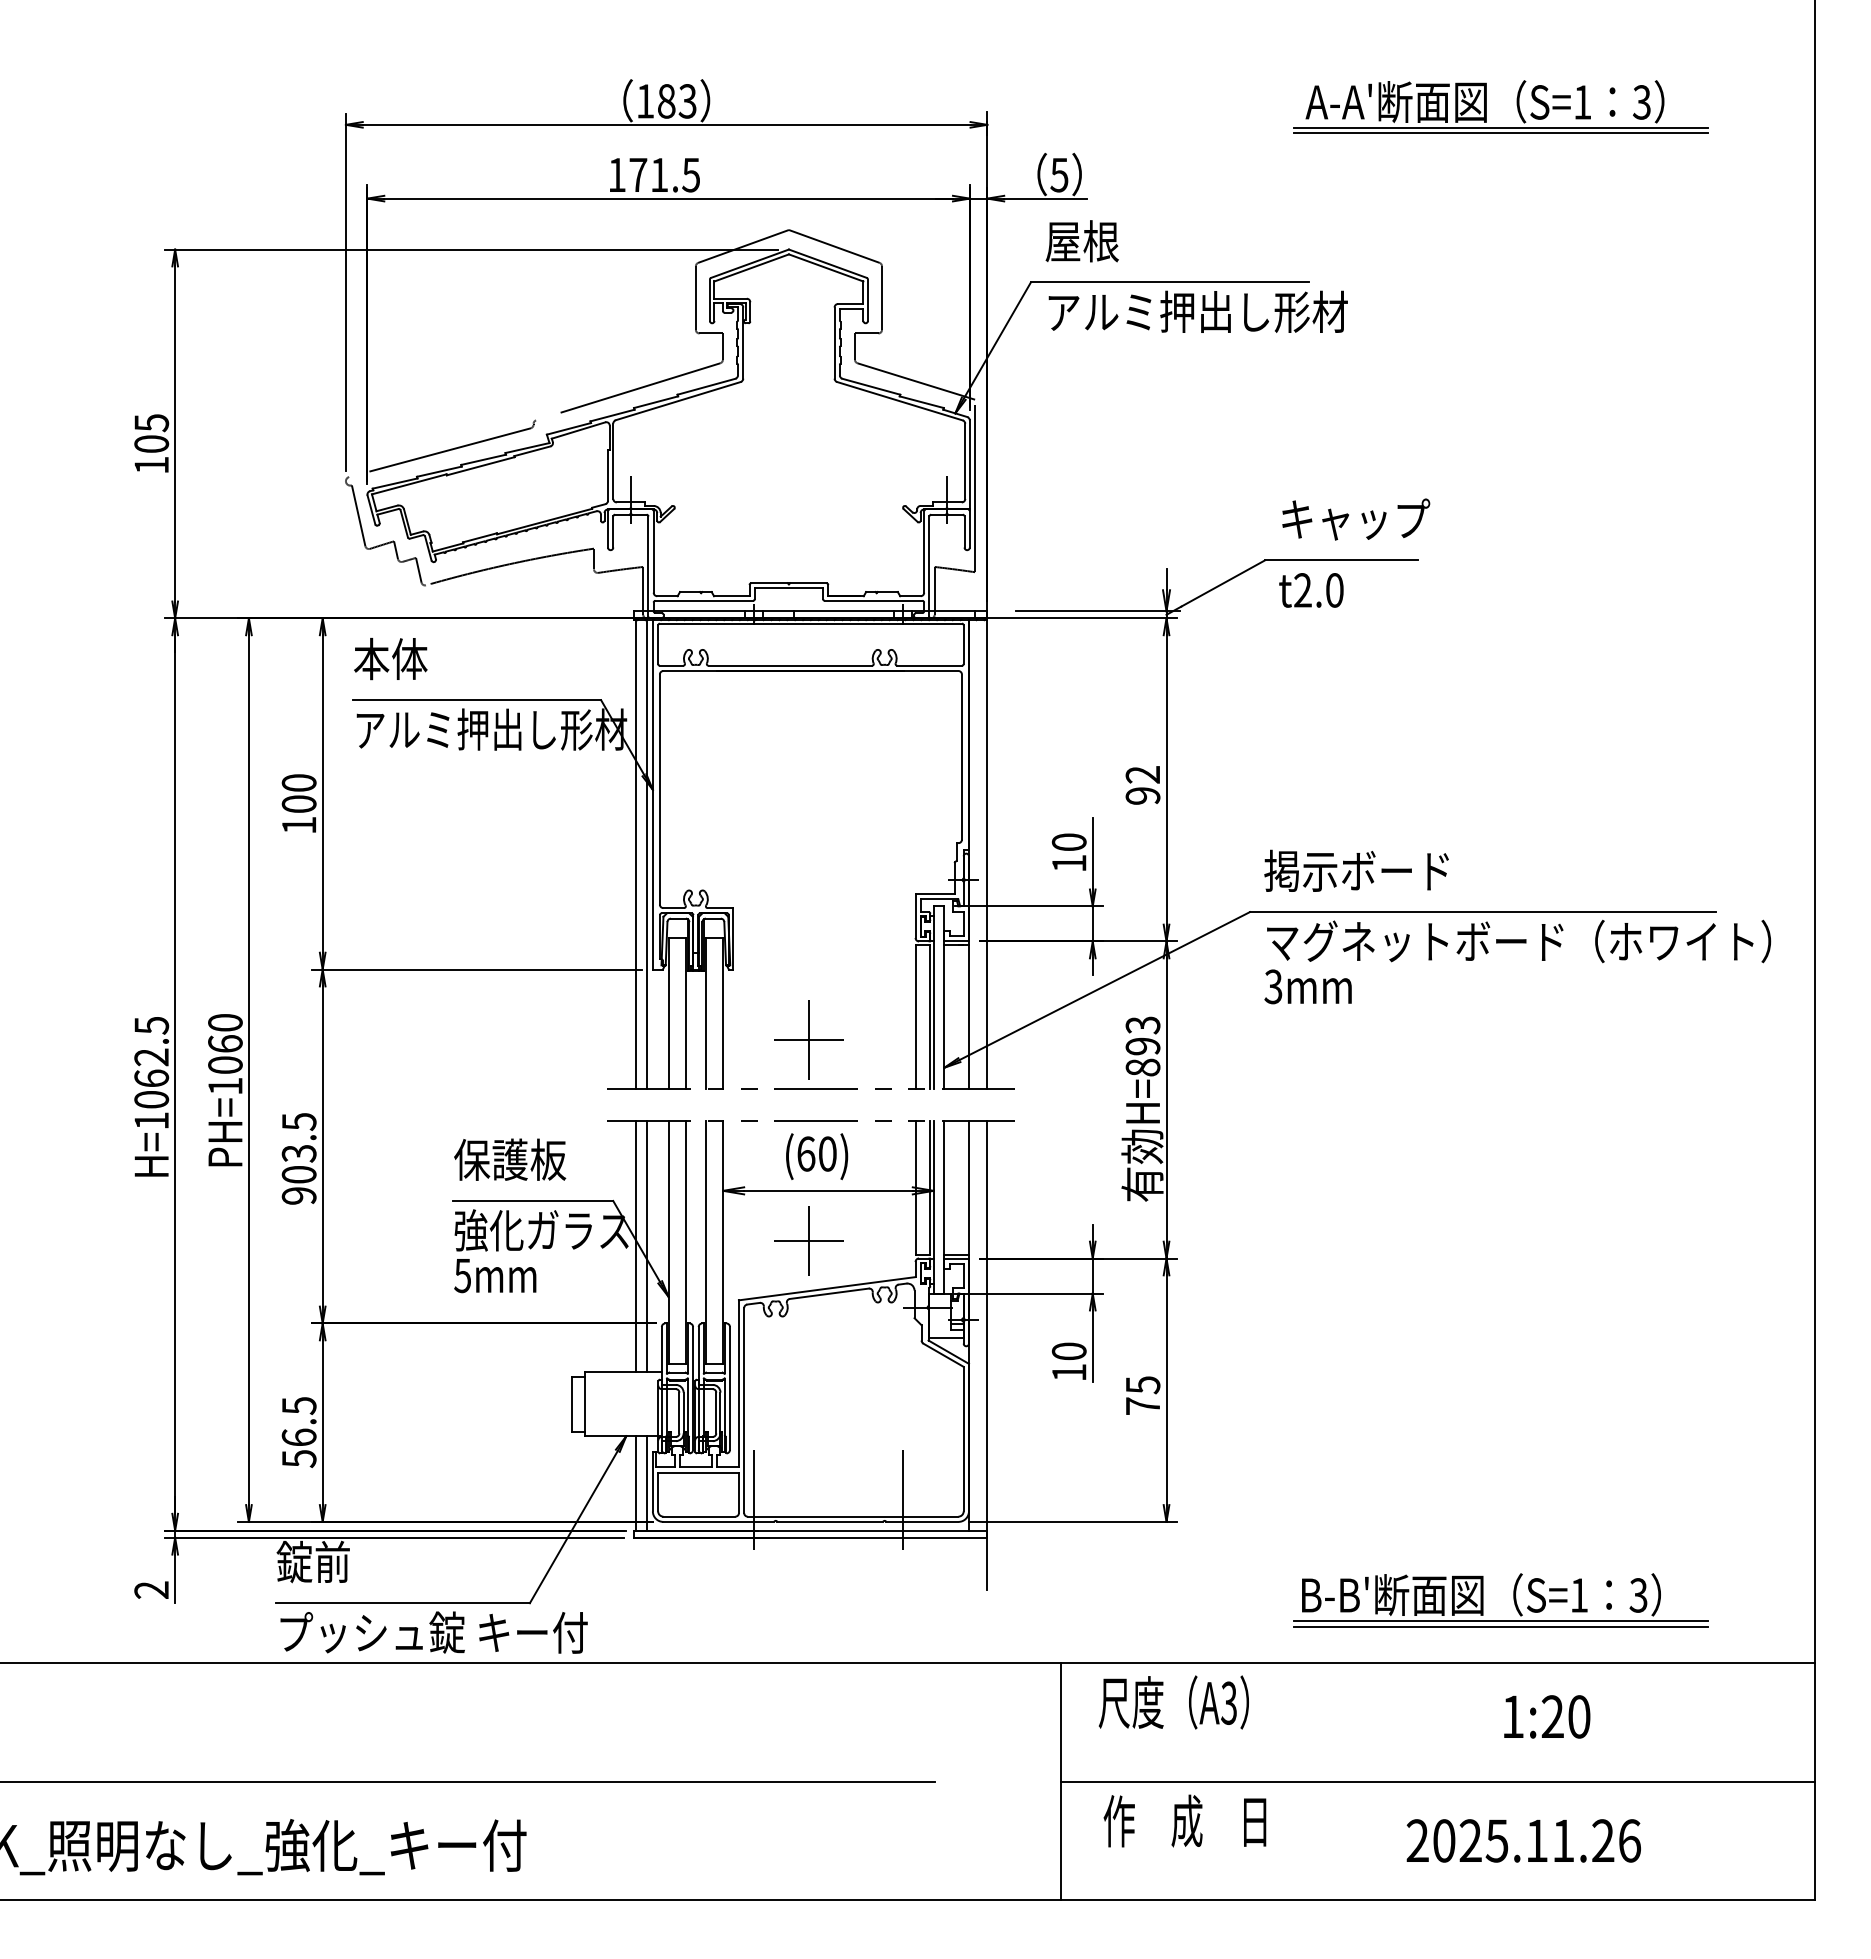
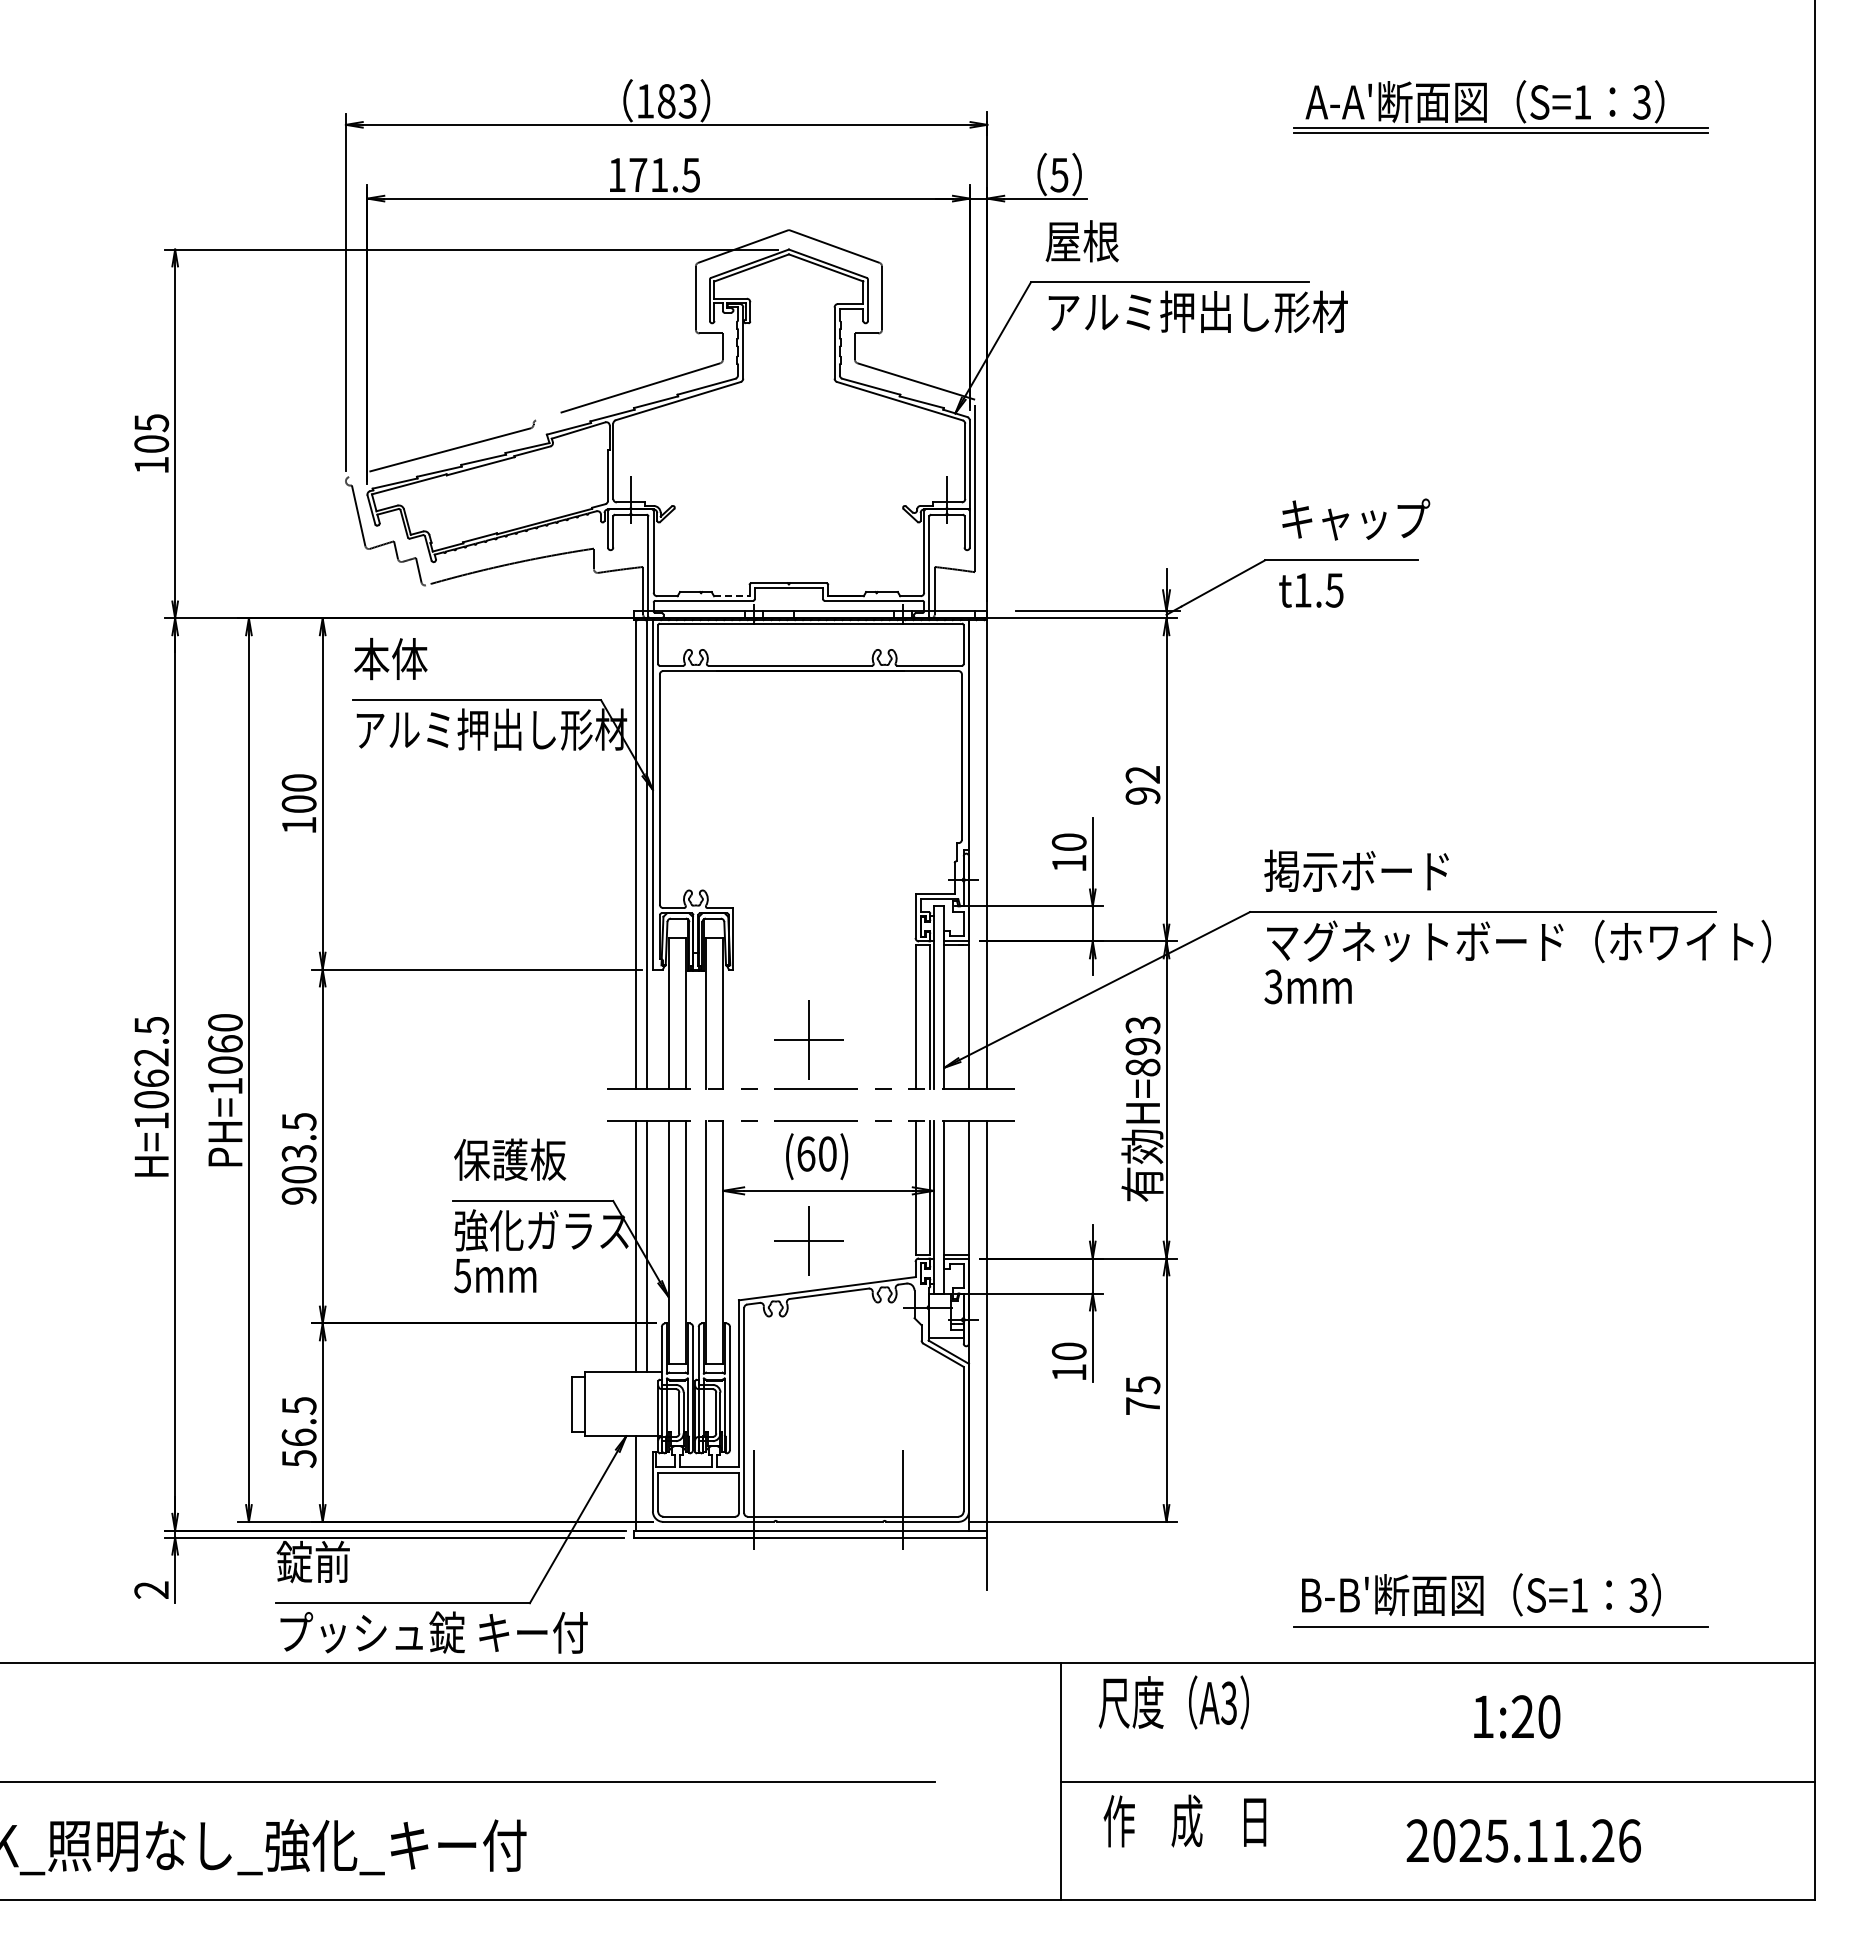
text at (1318, 590): t2.0 -> t1.5
line at (731, 596): solid -> dashed
line at (646, 1483): present -> none
line at (1500, 1621): present -> none
text at (1547, 1716) position: (1547, 1716) -> (1517, 1716)
